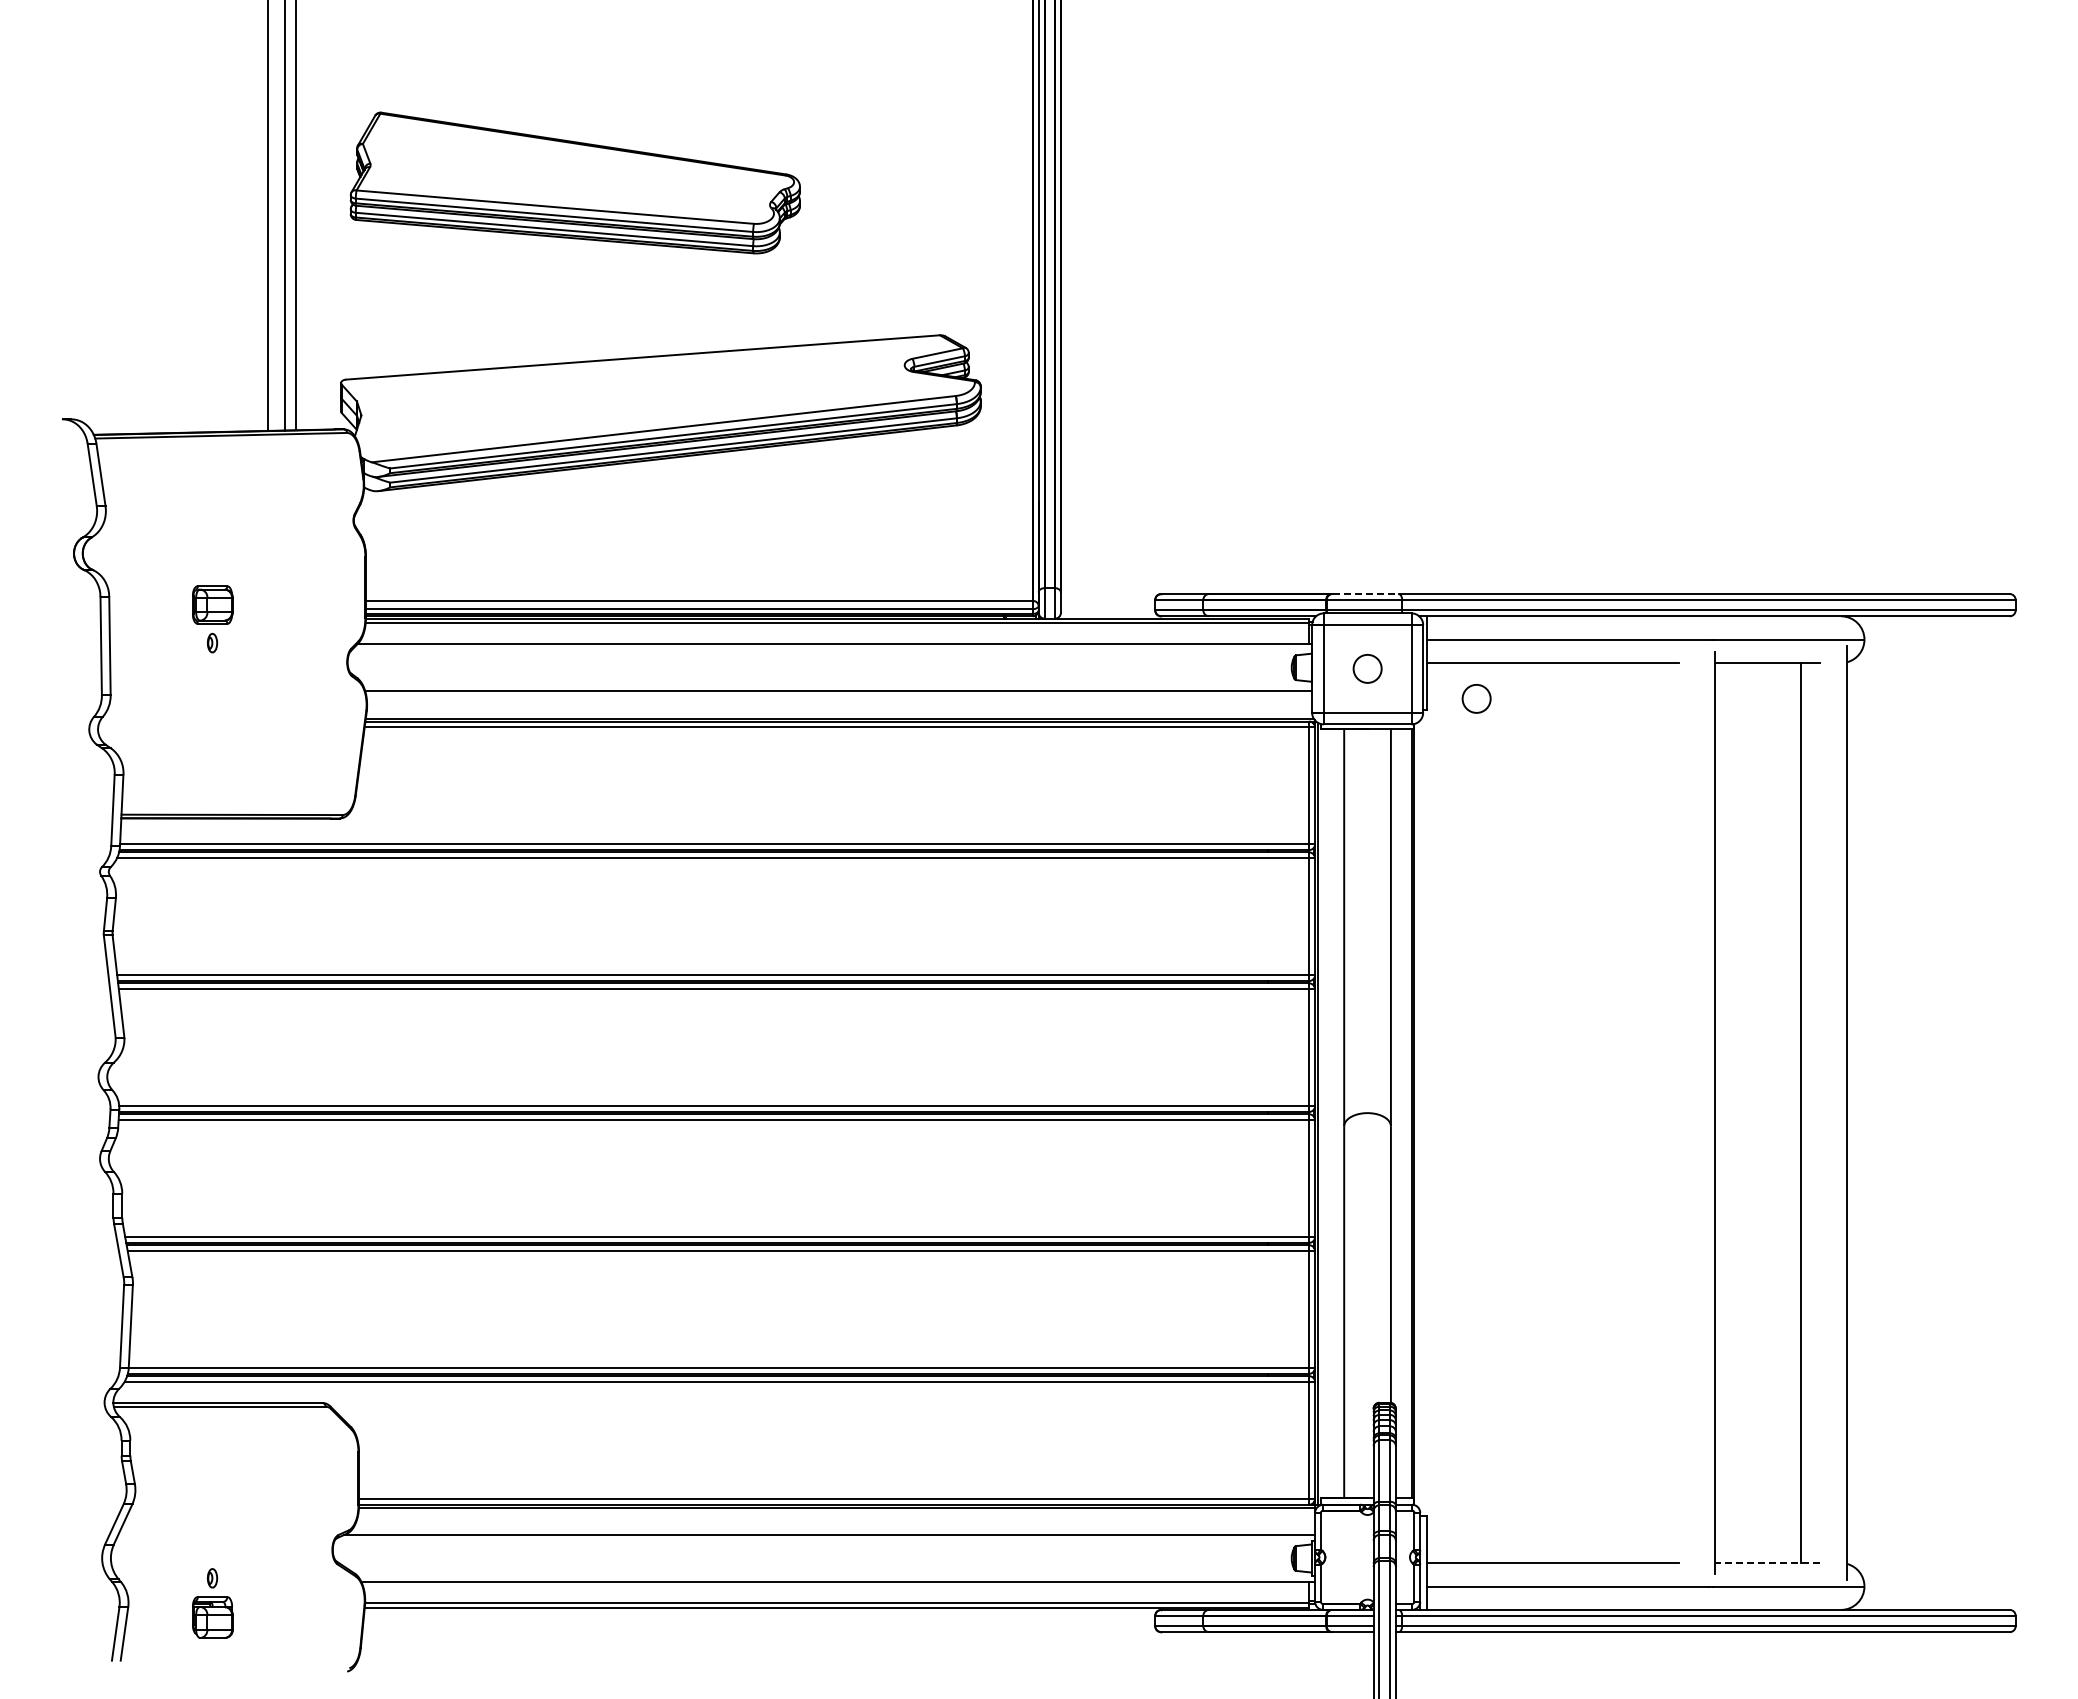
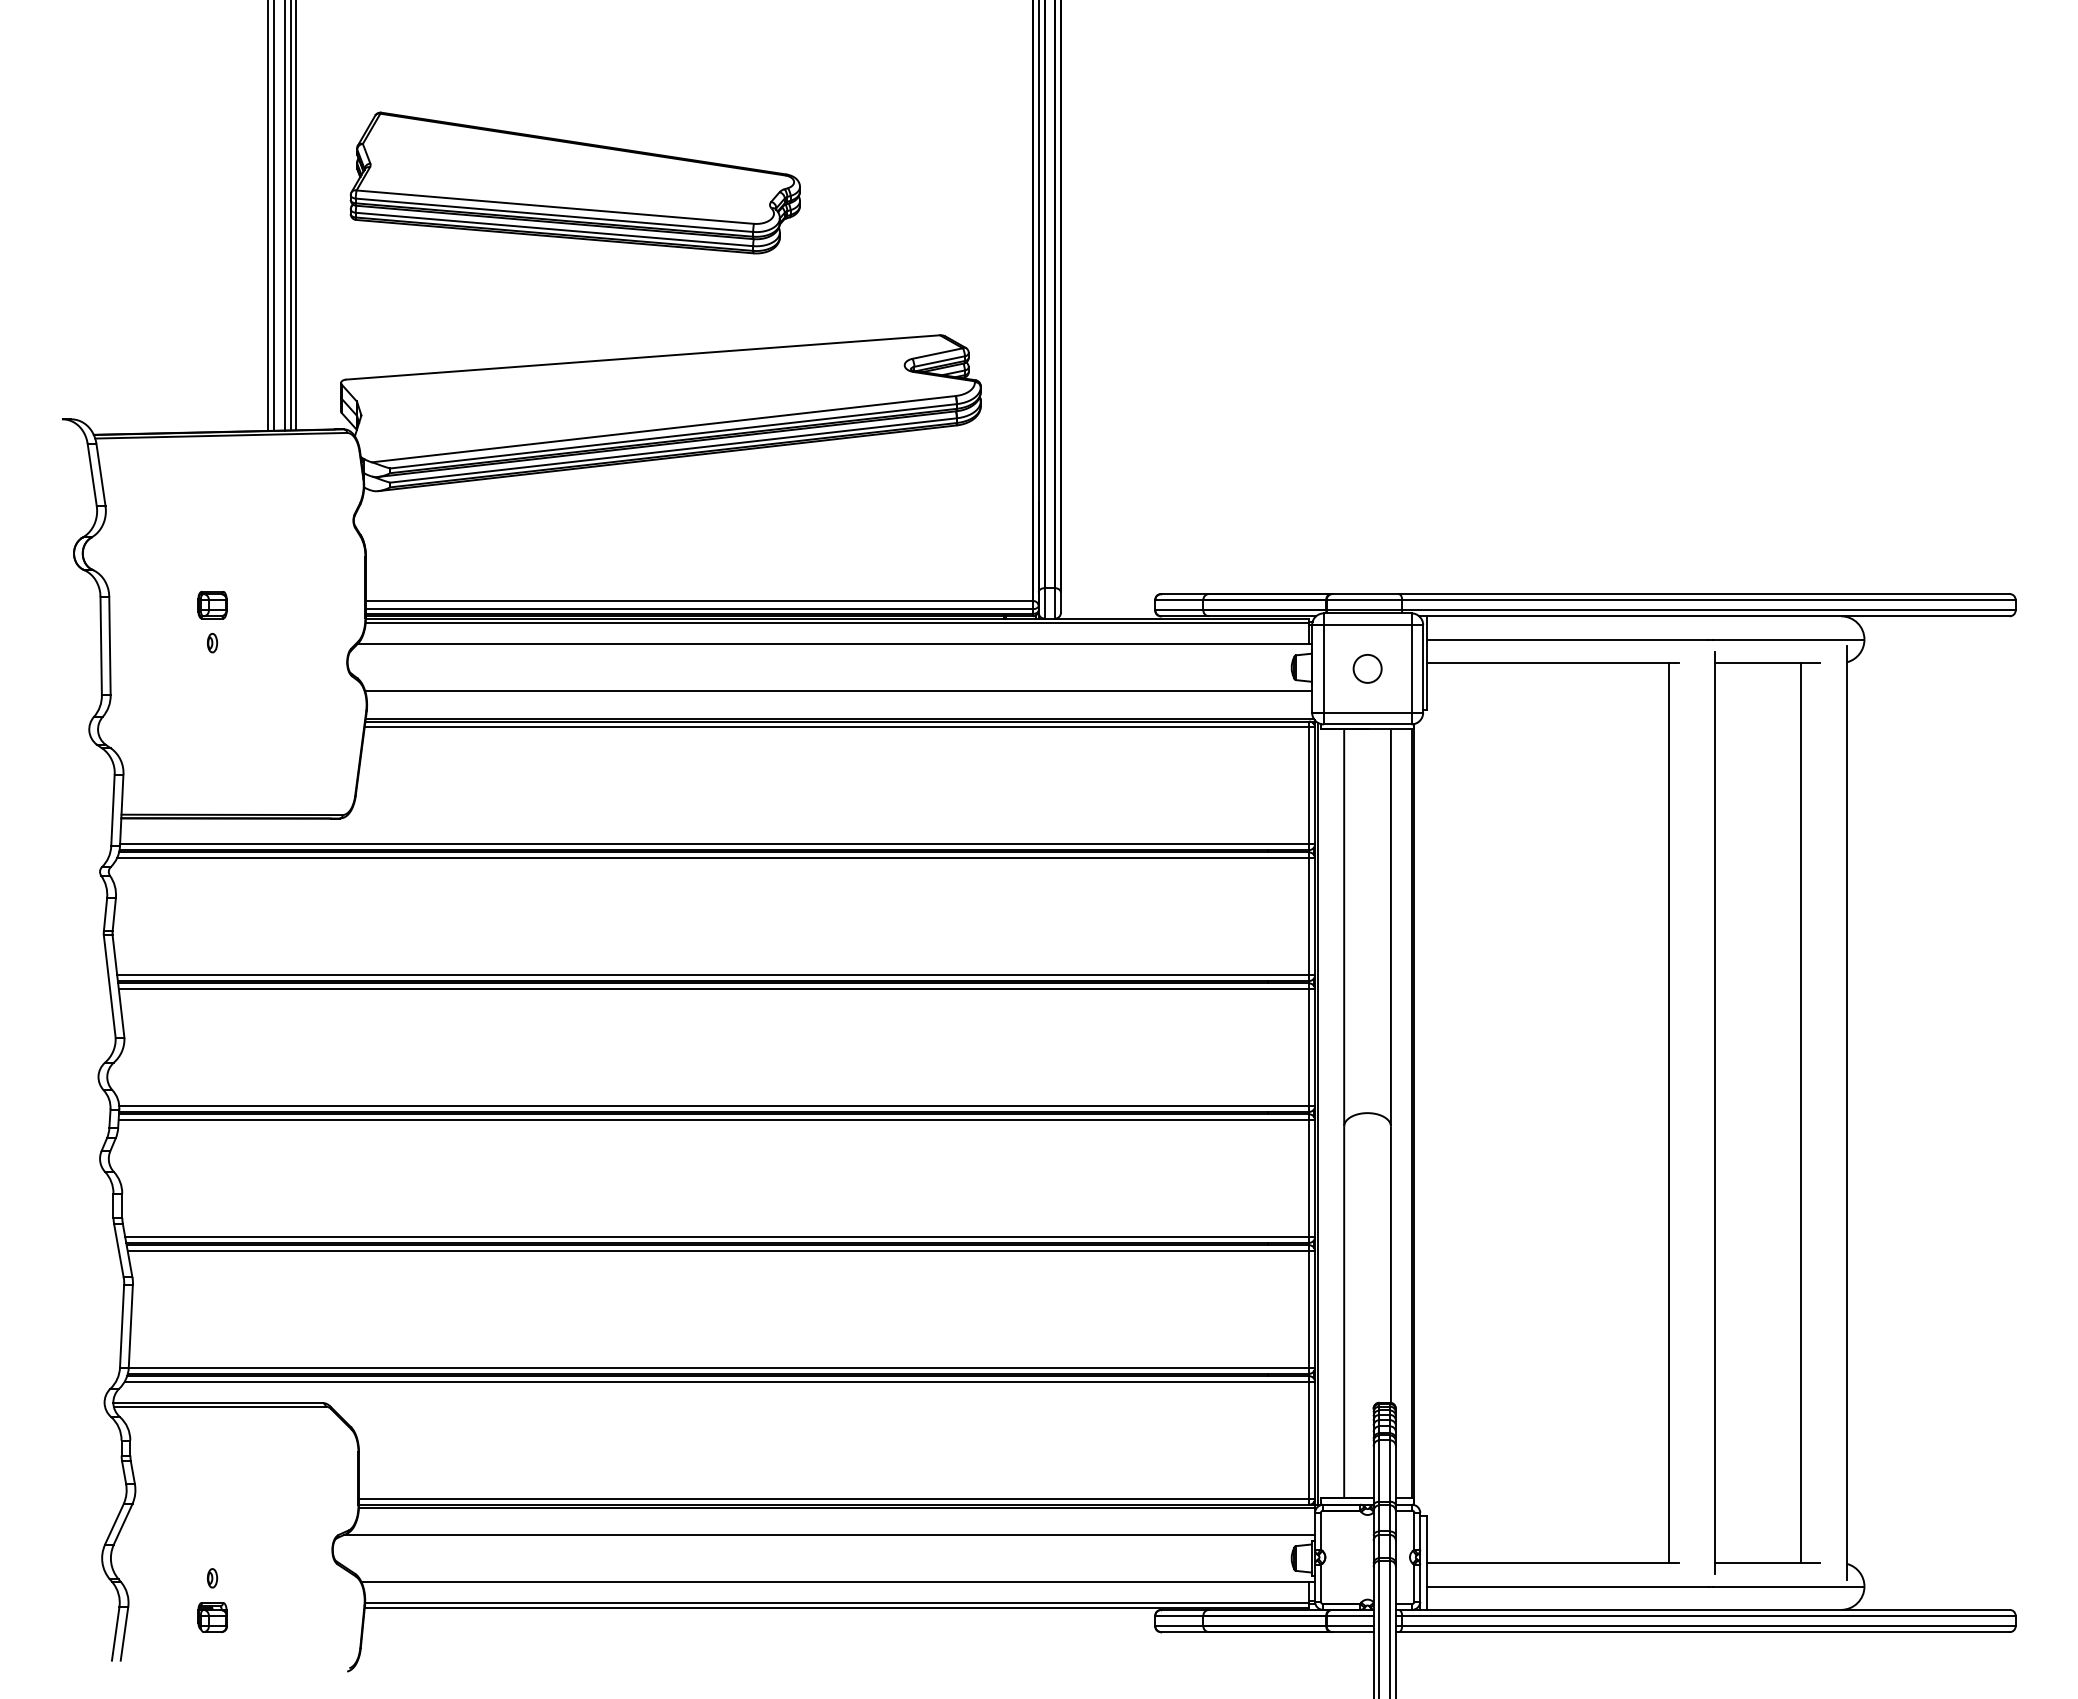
line at (274, 216): none -> present
line at (290, 216): none -> present
line at (1365, 594): dashed -> solid
part at (212, 604) size: 42x40 px -> 31x29 px
circle at (1476, 698): present -> none
line at (1668, 1113): none -> present
line at (1766, 1563): dashed -> solid
part at (212, 1617) size: 42x43 px -> 31x31 px
